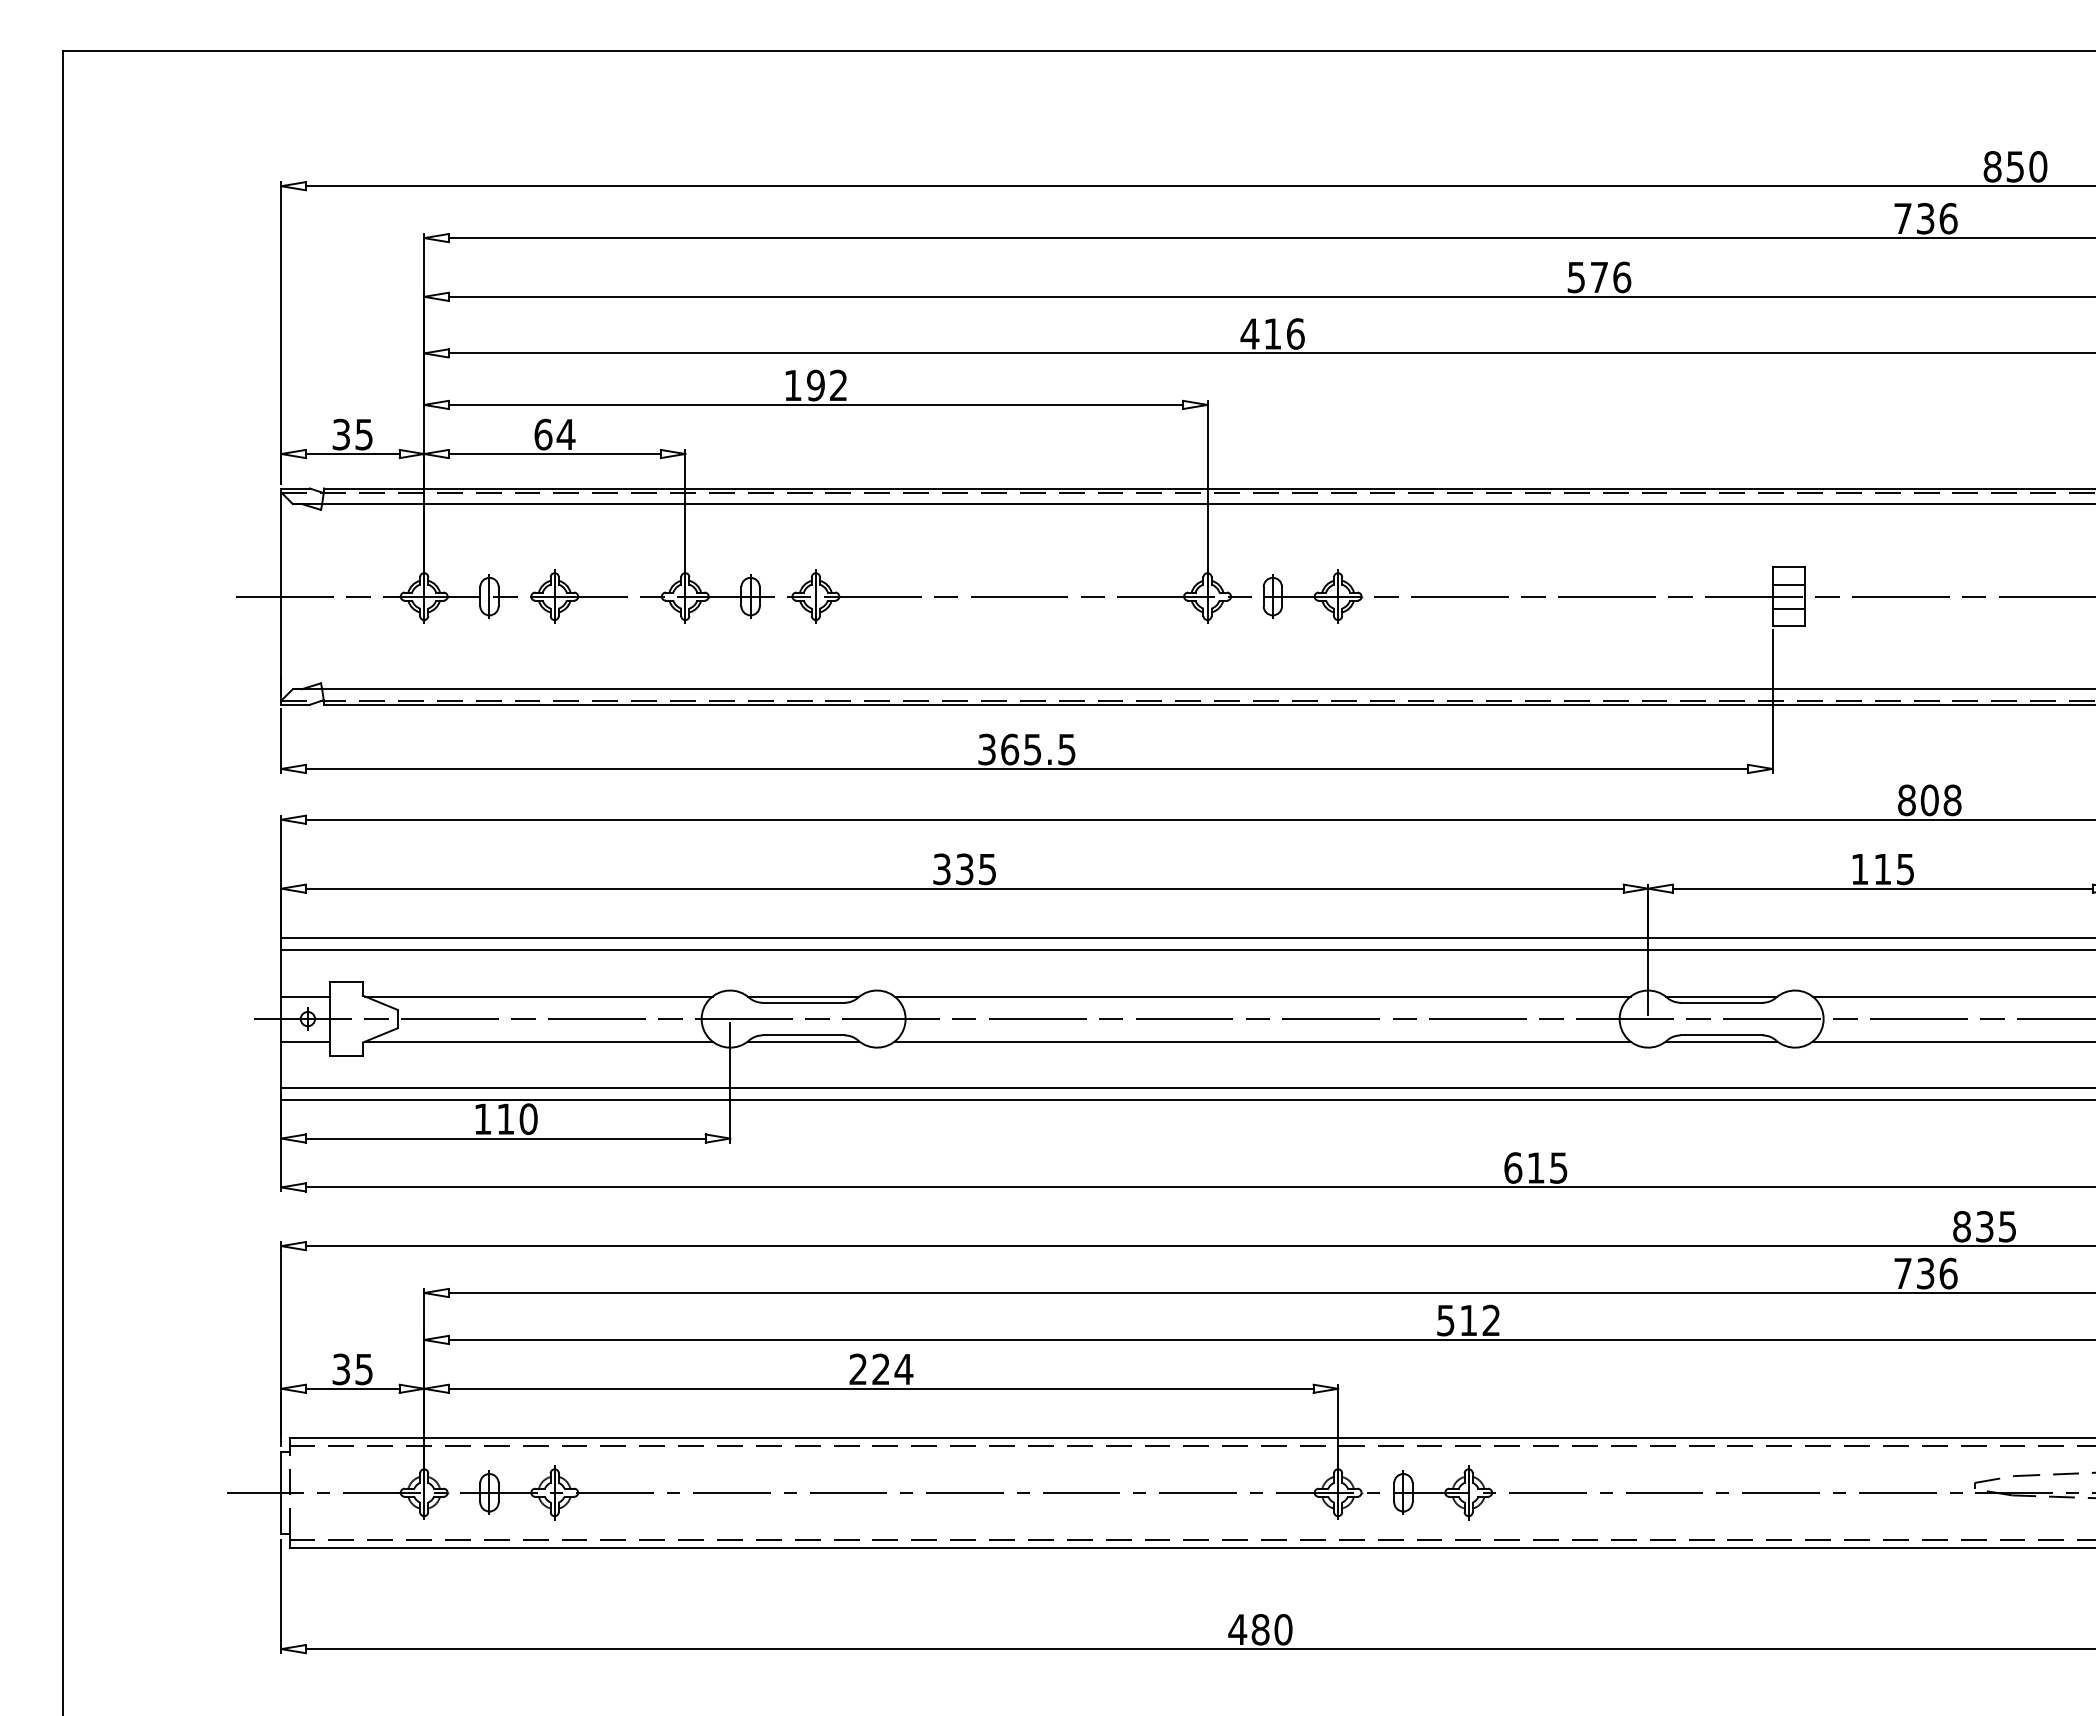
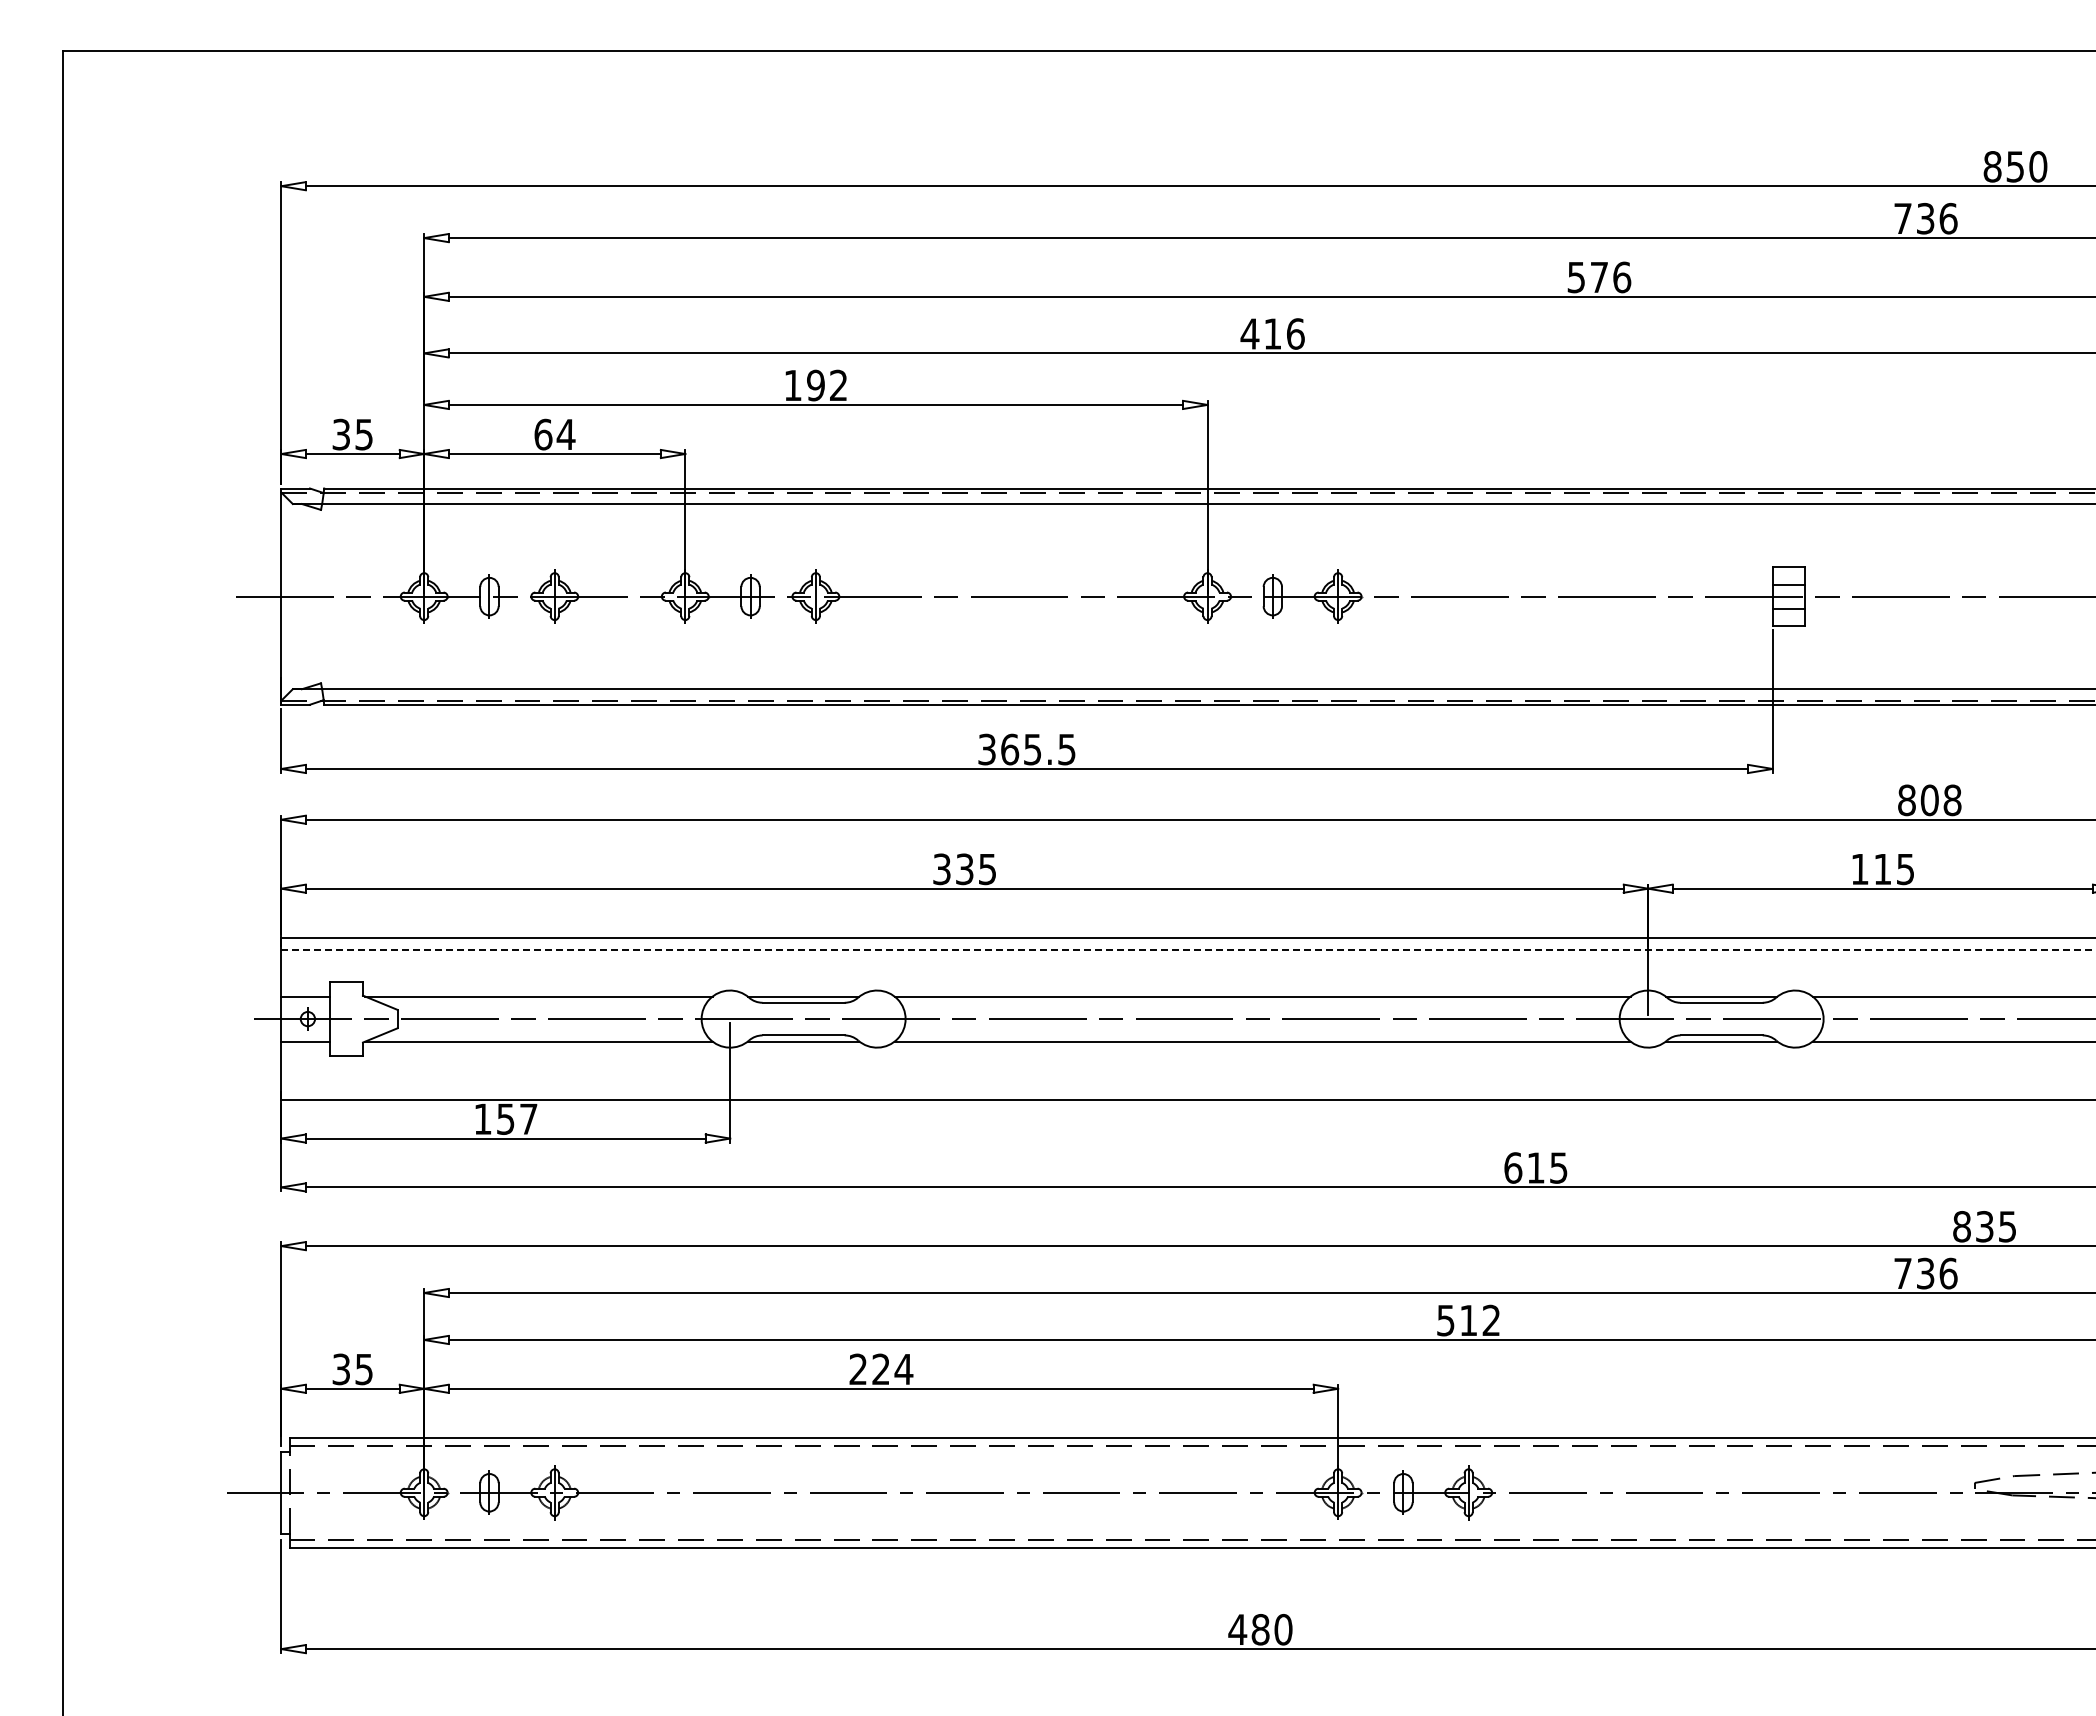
line at (1188, 950): solid -> dashed
line at (1186, 1088): present -> none
text at (517, 1118): 110 -> 157
